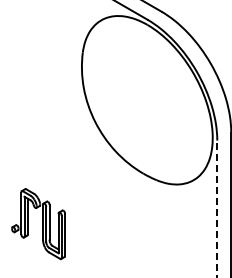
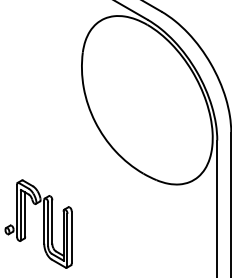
line at (217, 208): dashed -> solid
part at (38, 224) size: 55x73 px -> 69x90 px
